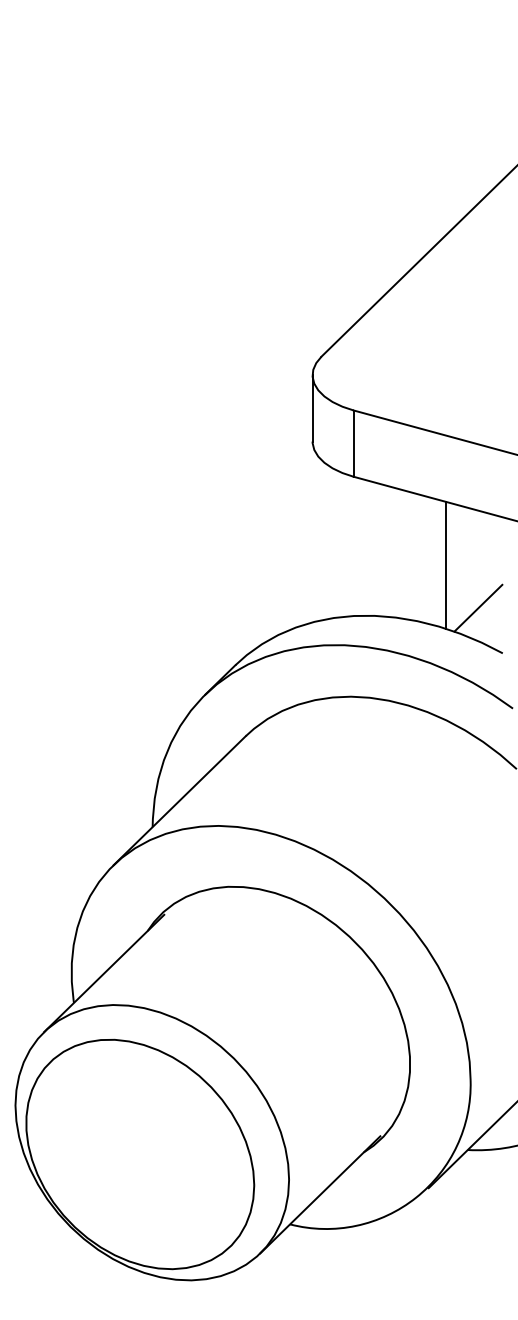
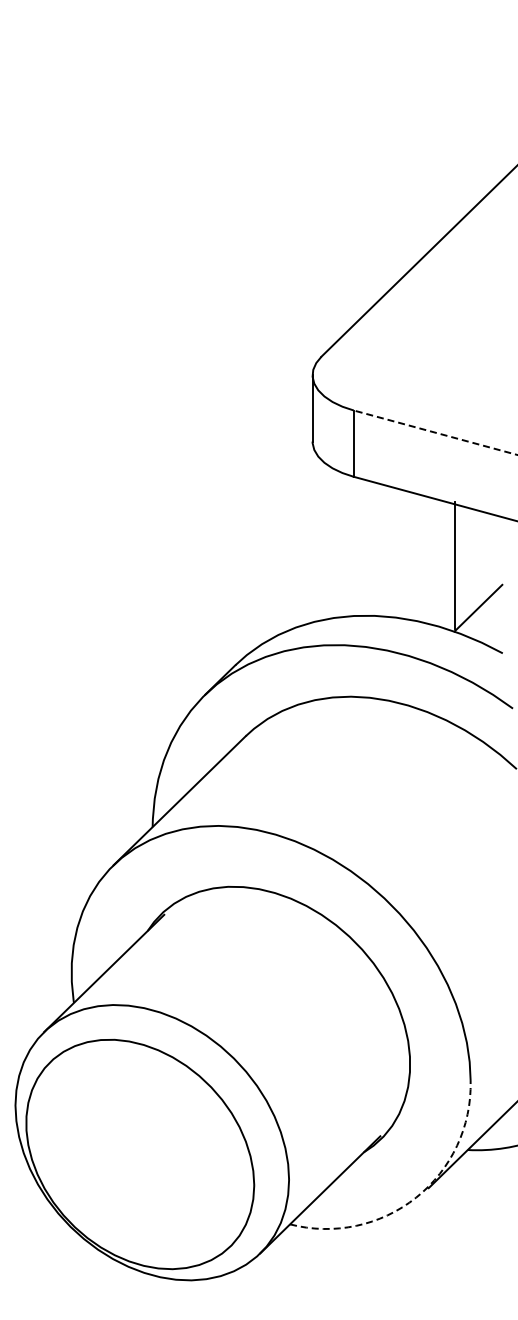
line at (435, 432): solid -> dashed
line at (446, 564) position: (446, 564) -> (455, 564)
arc at (416, 1197): solid -> dashed
